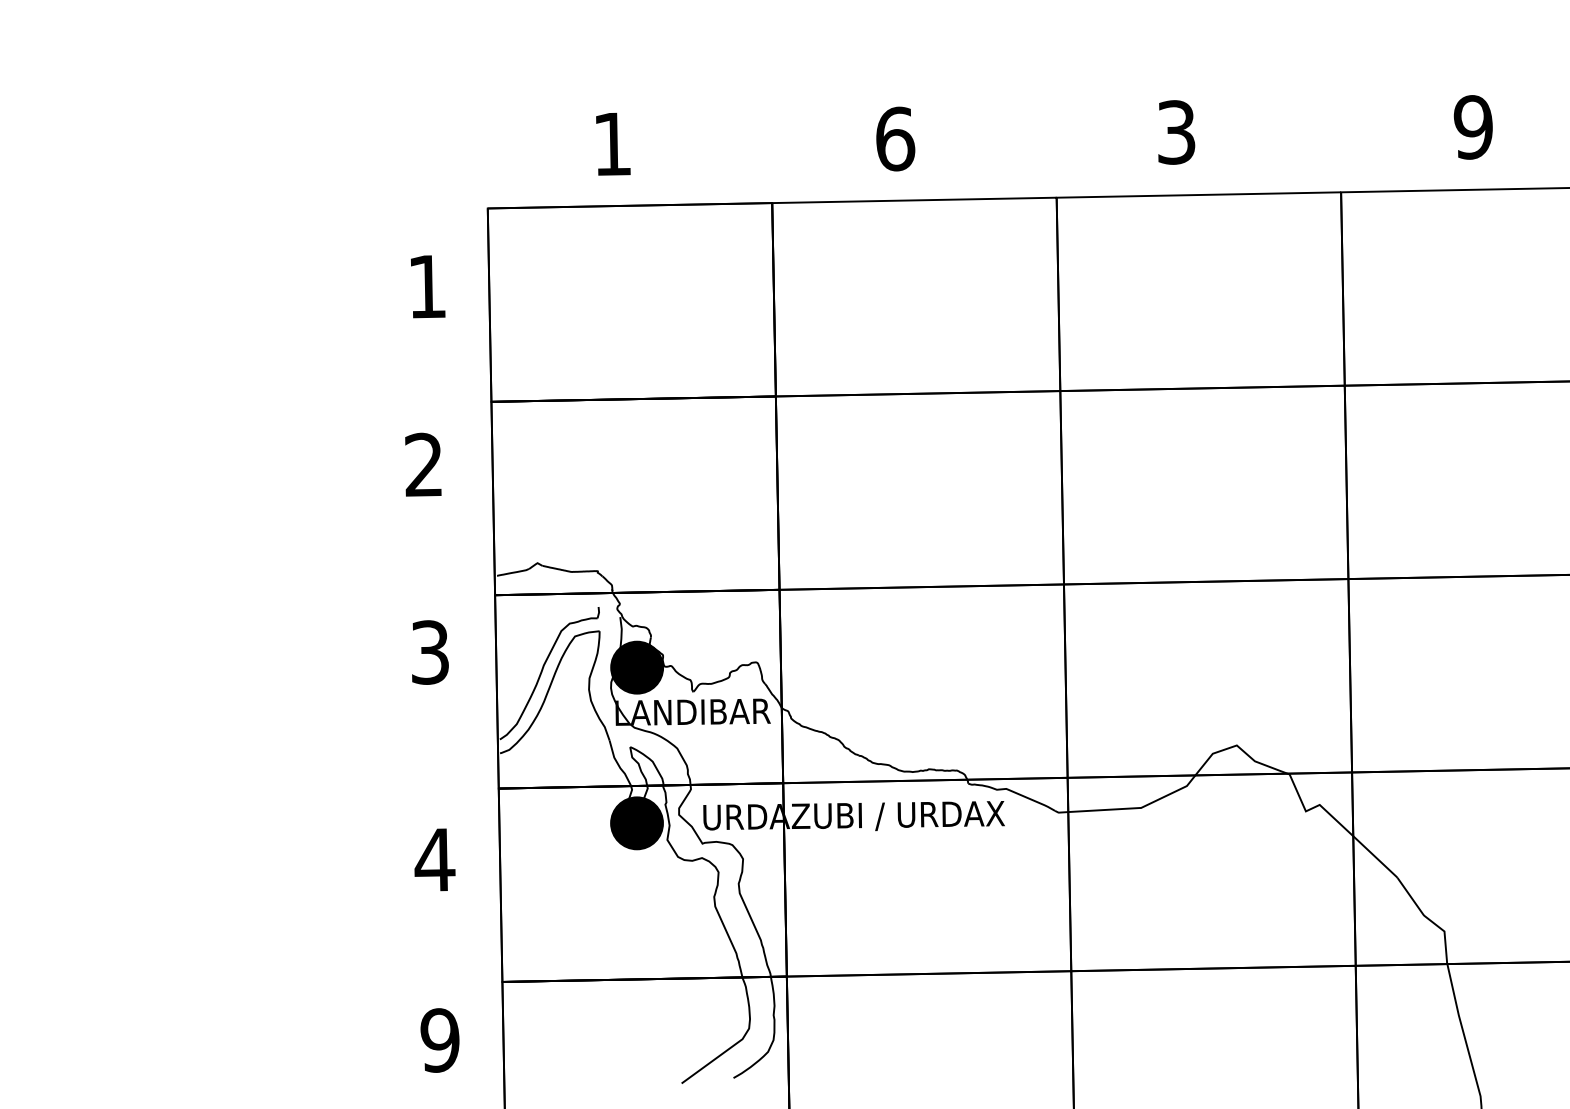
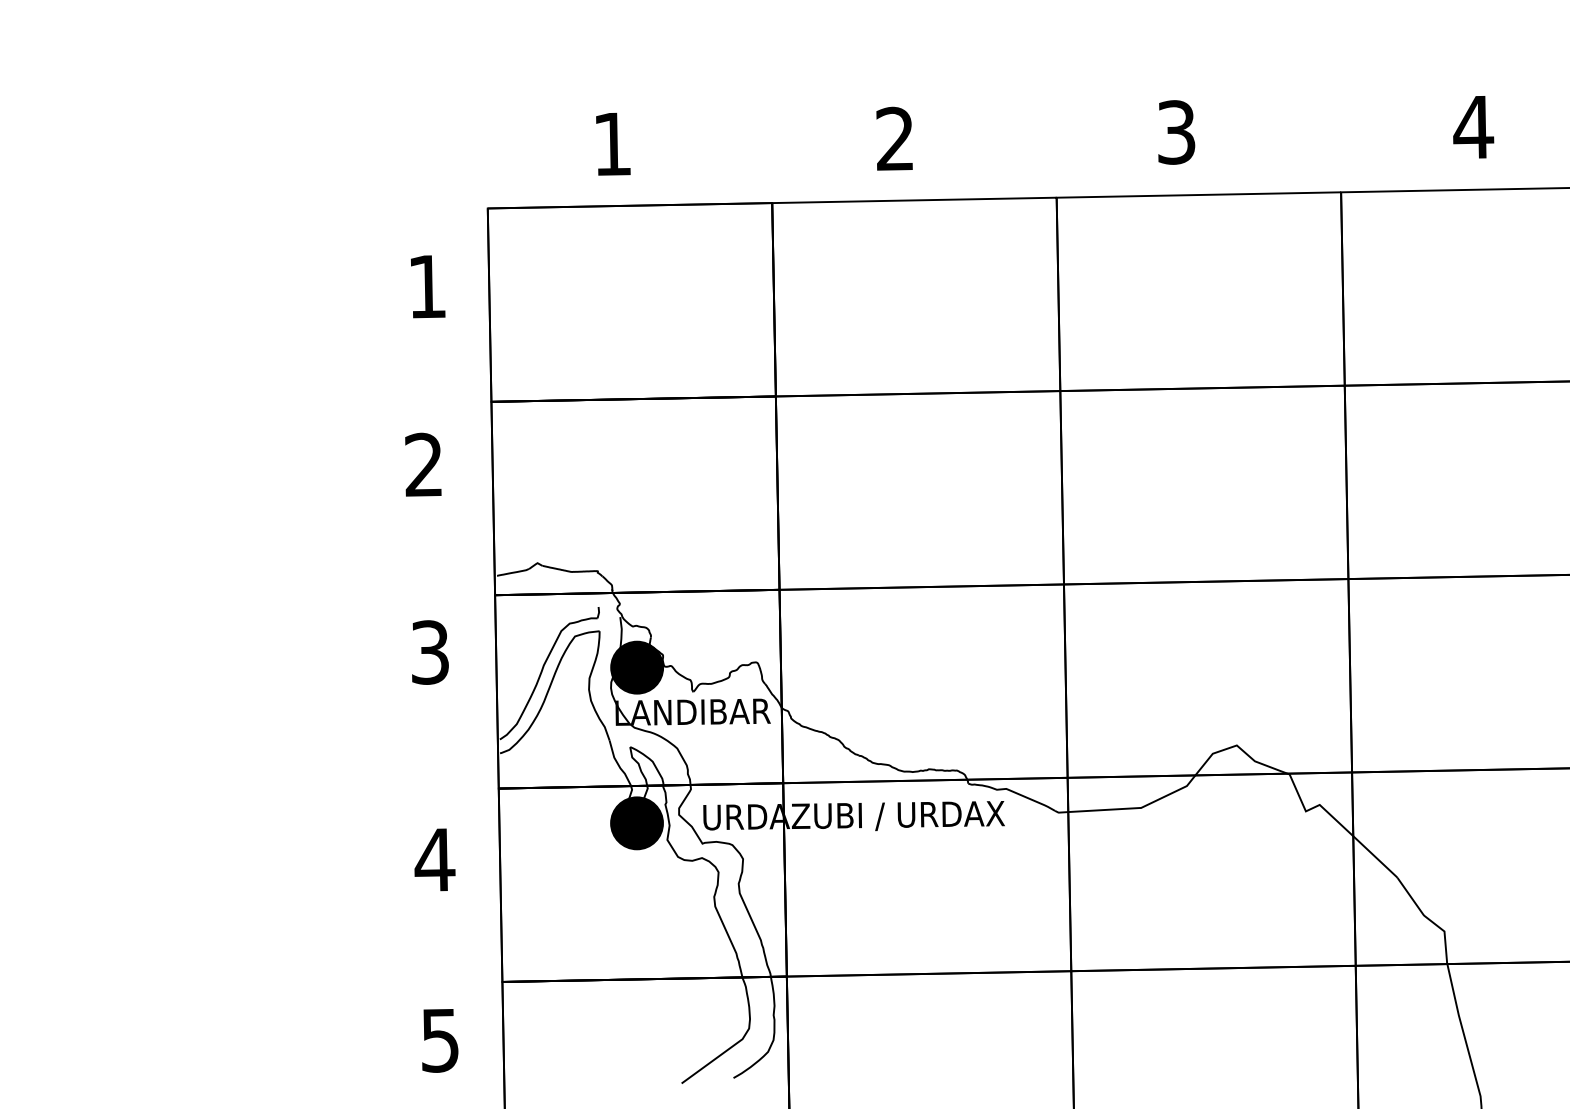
text at (1473, 127): 9 -> 4
text at (895, 138): 6 -> 2
text at (439, 1040): 9 -> 5
